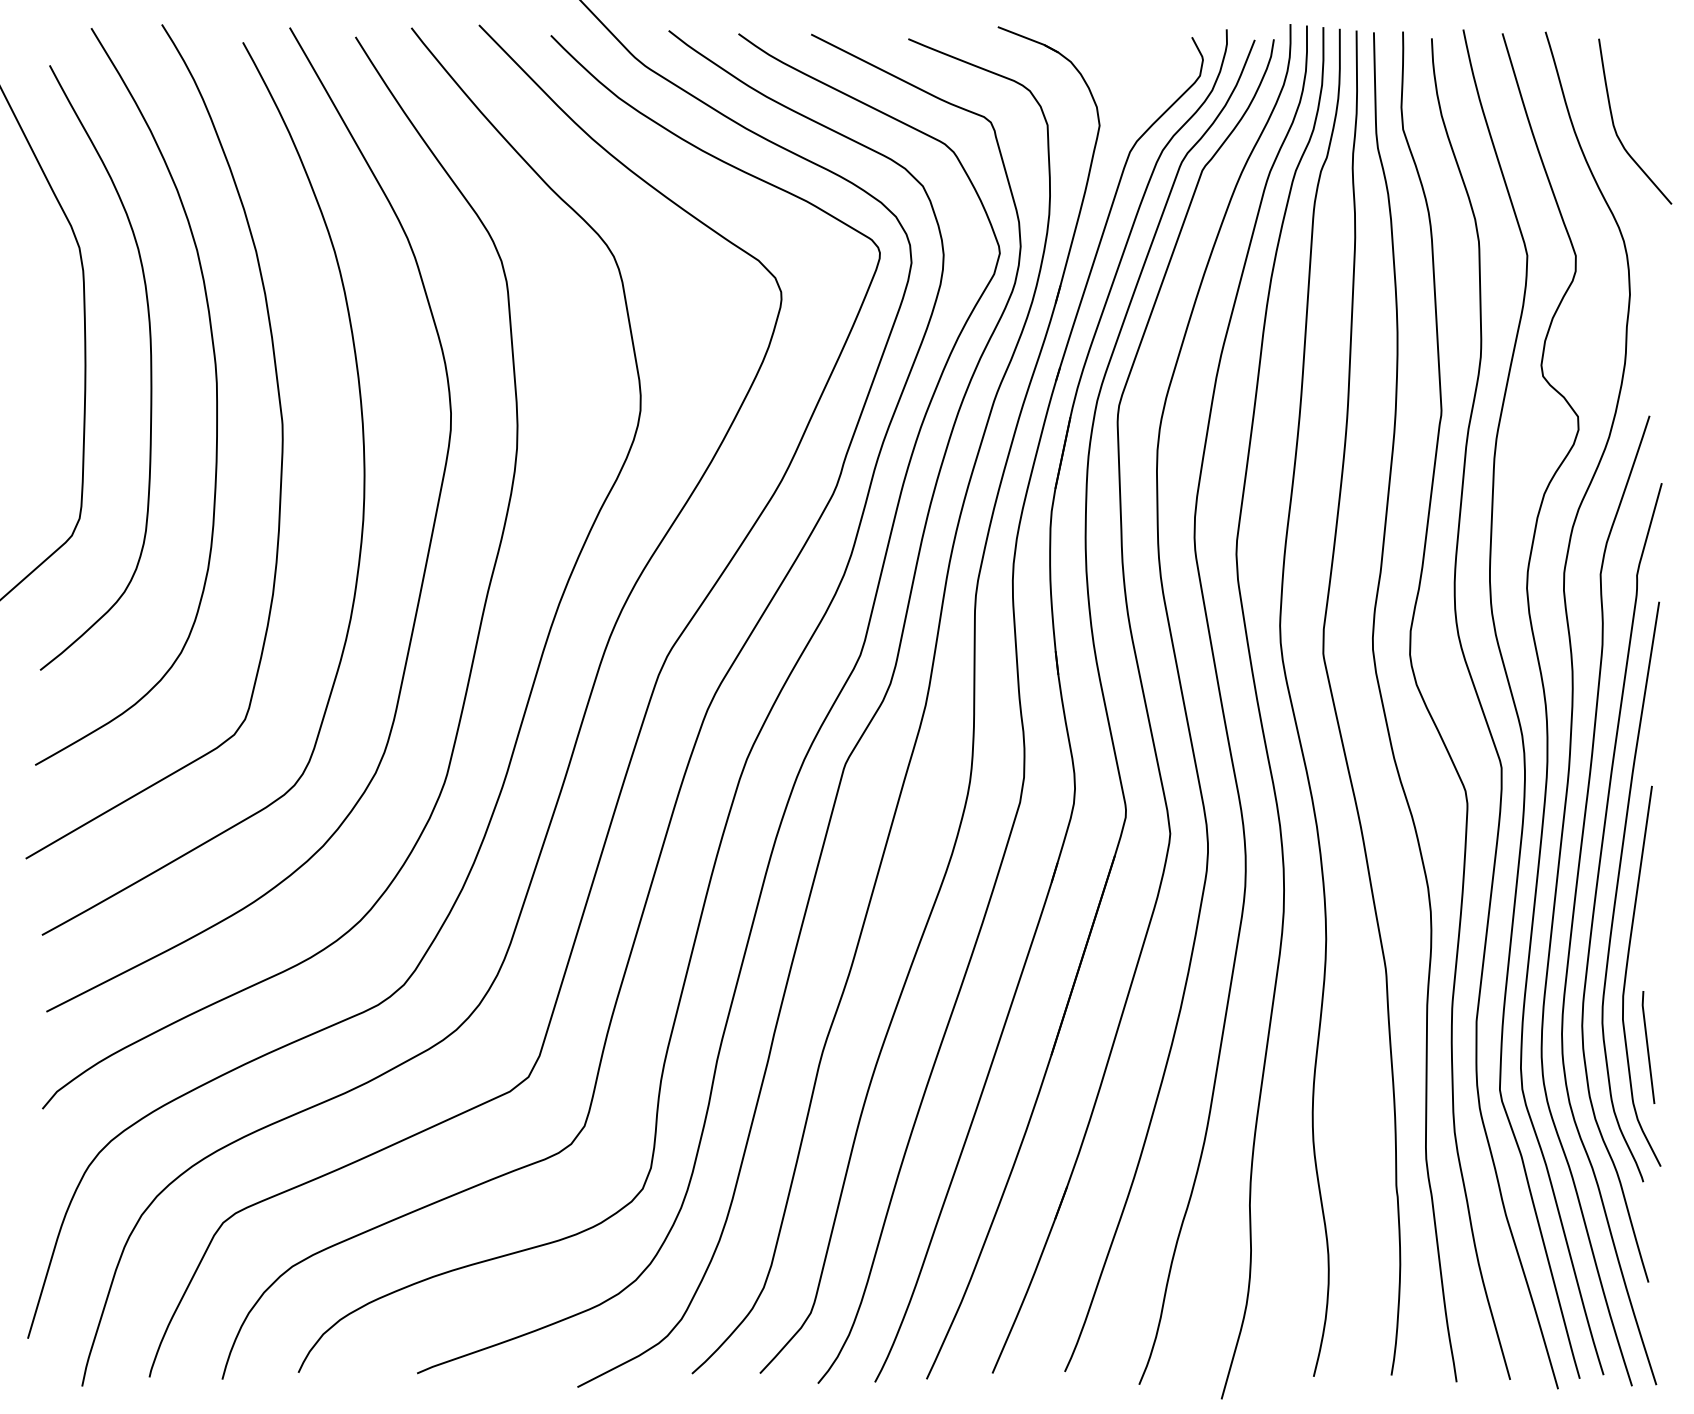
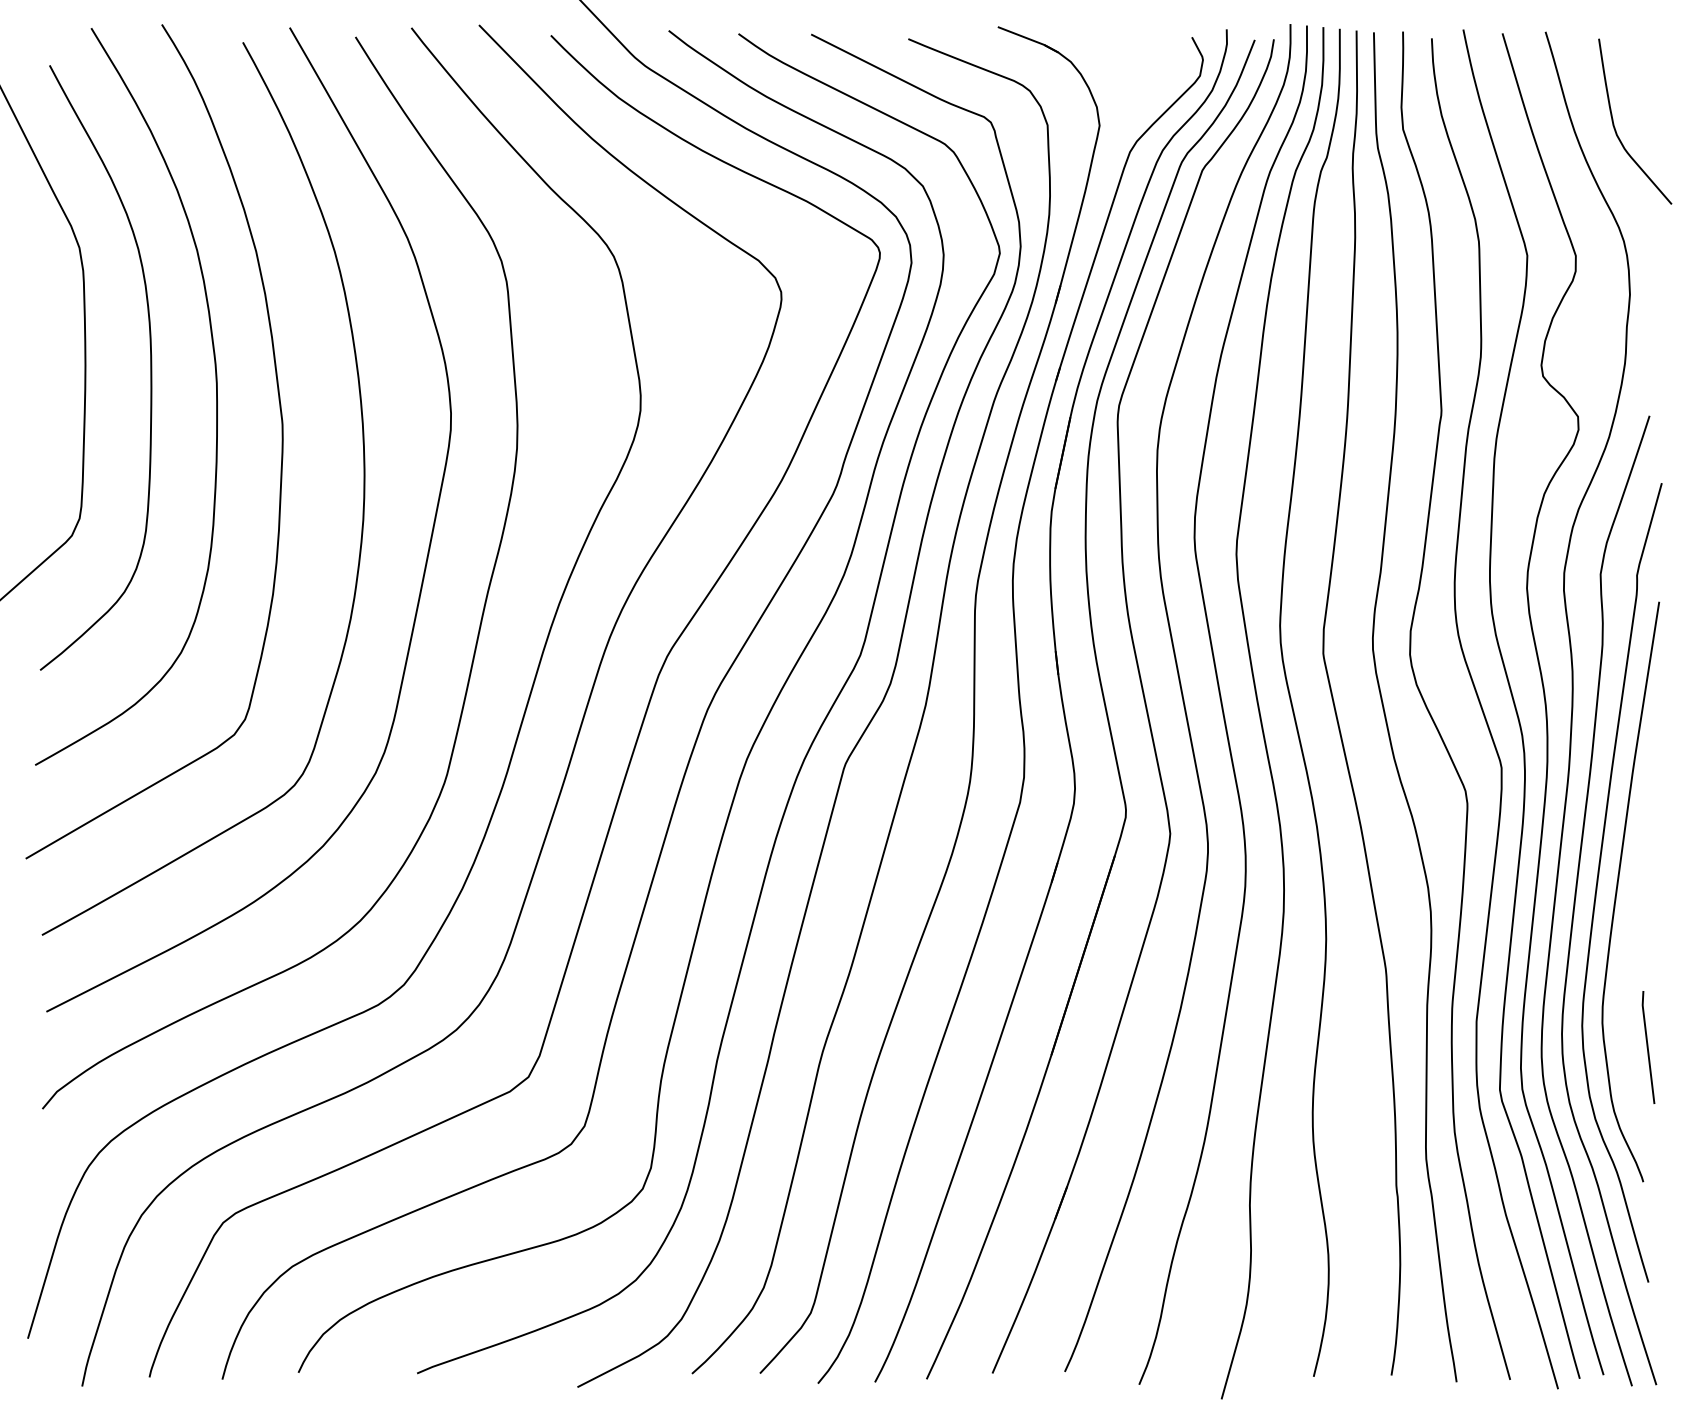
curve at (1627, 970): present -> none
